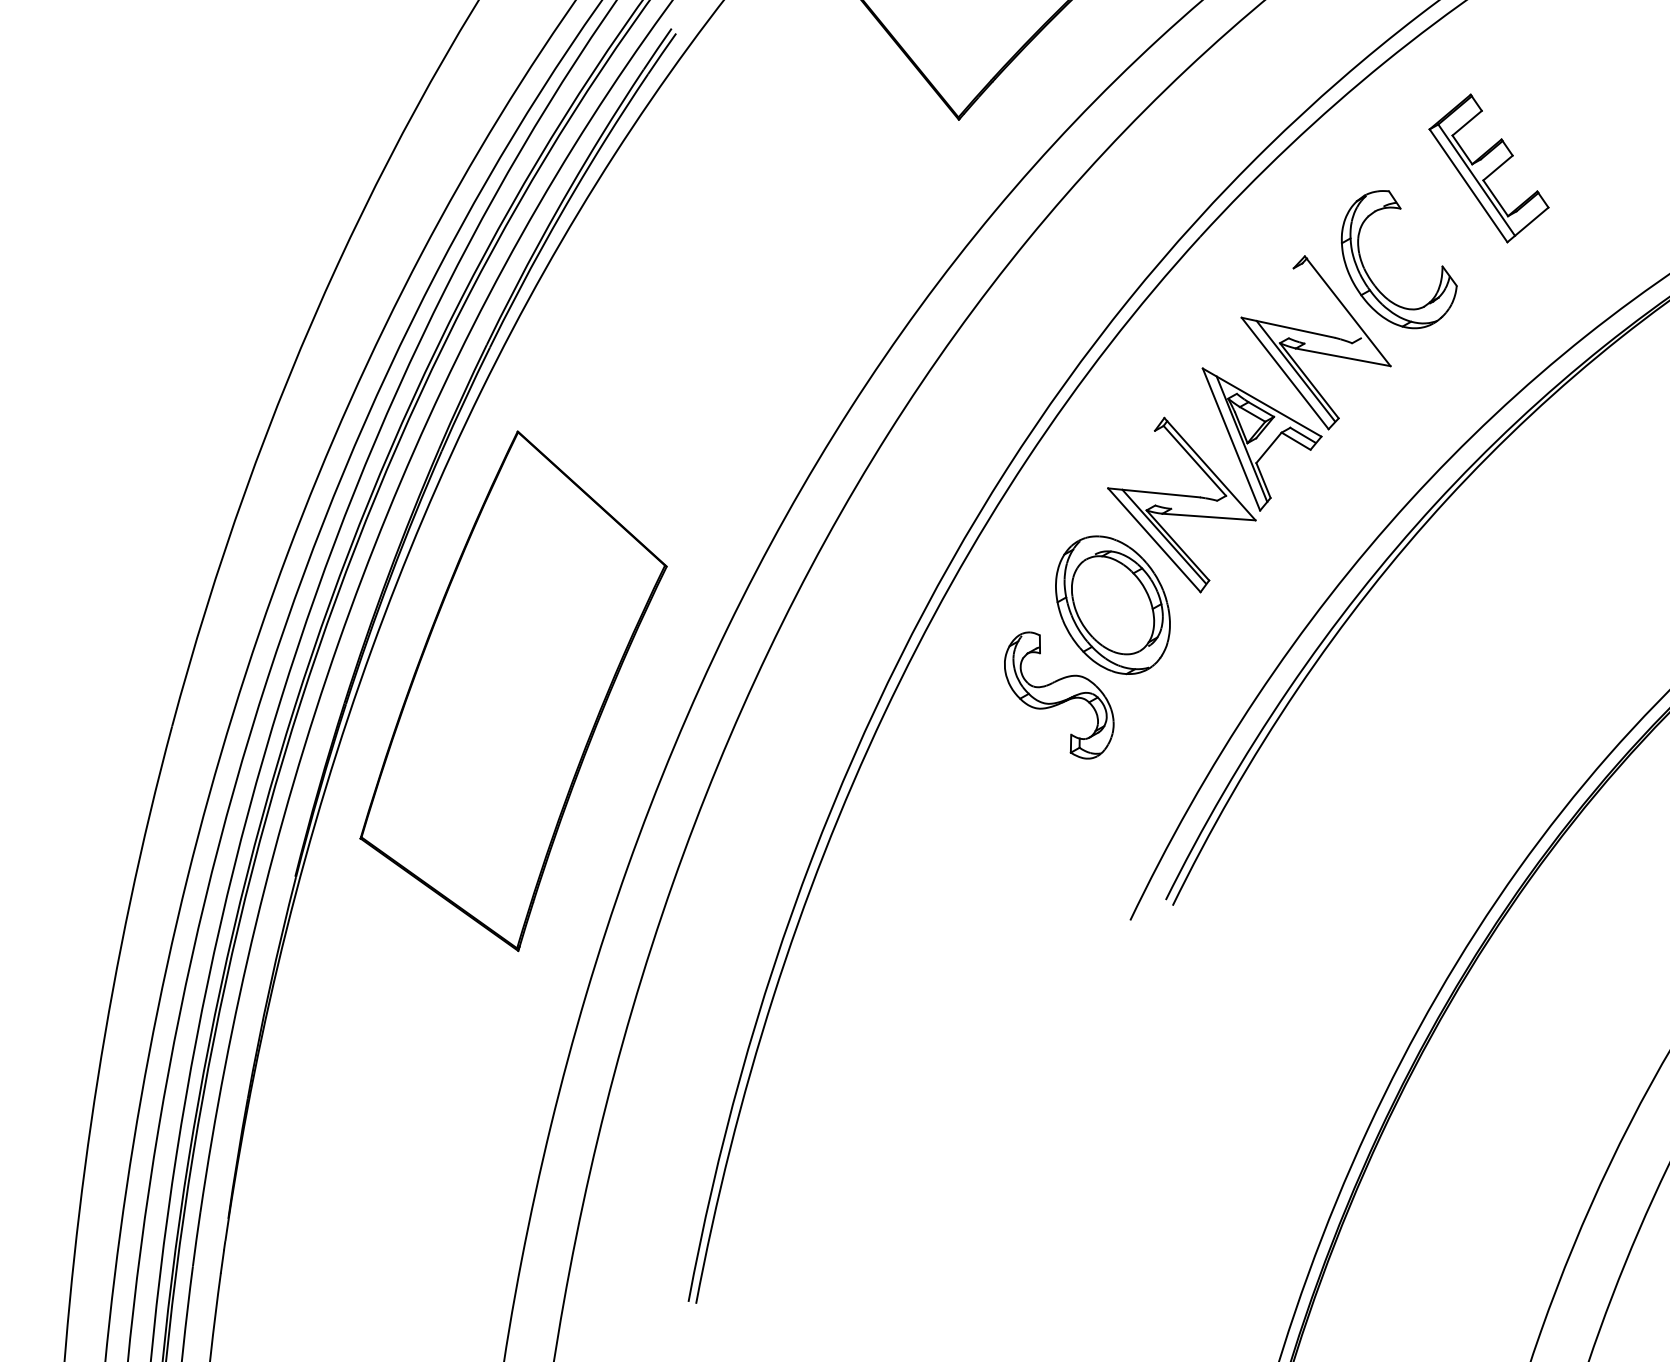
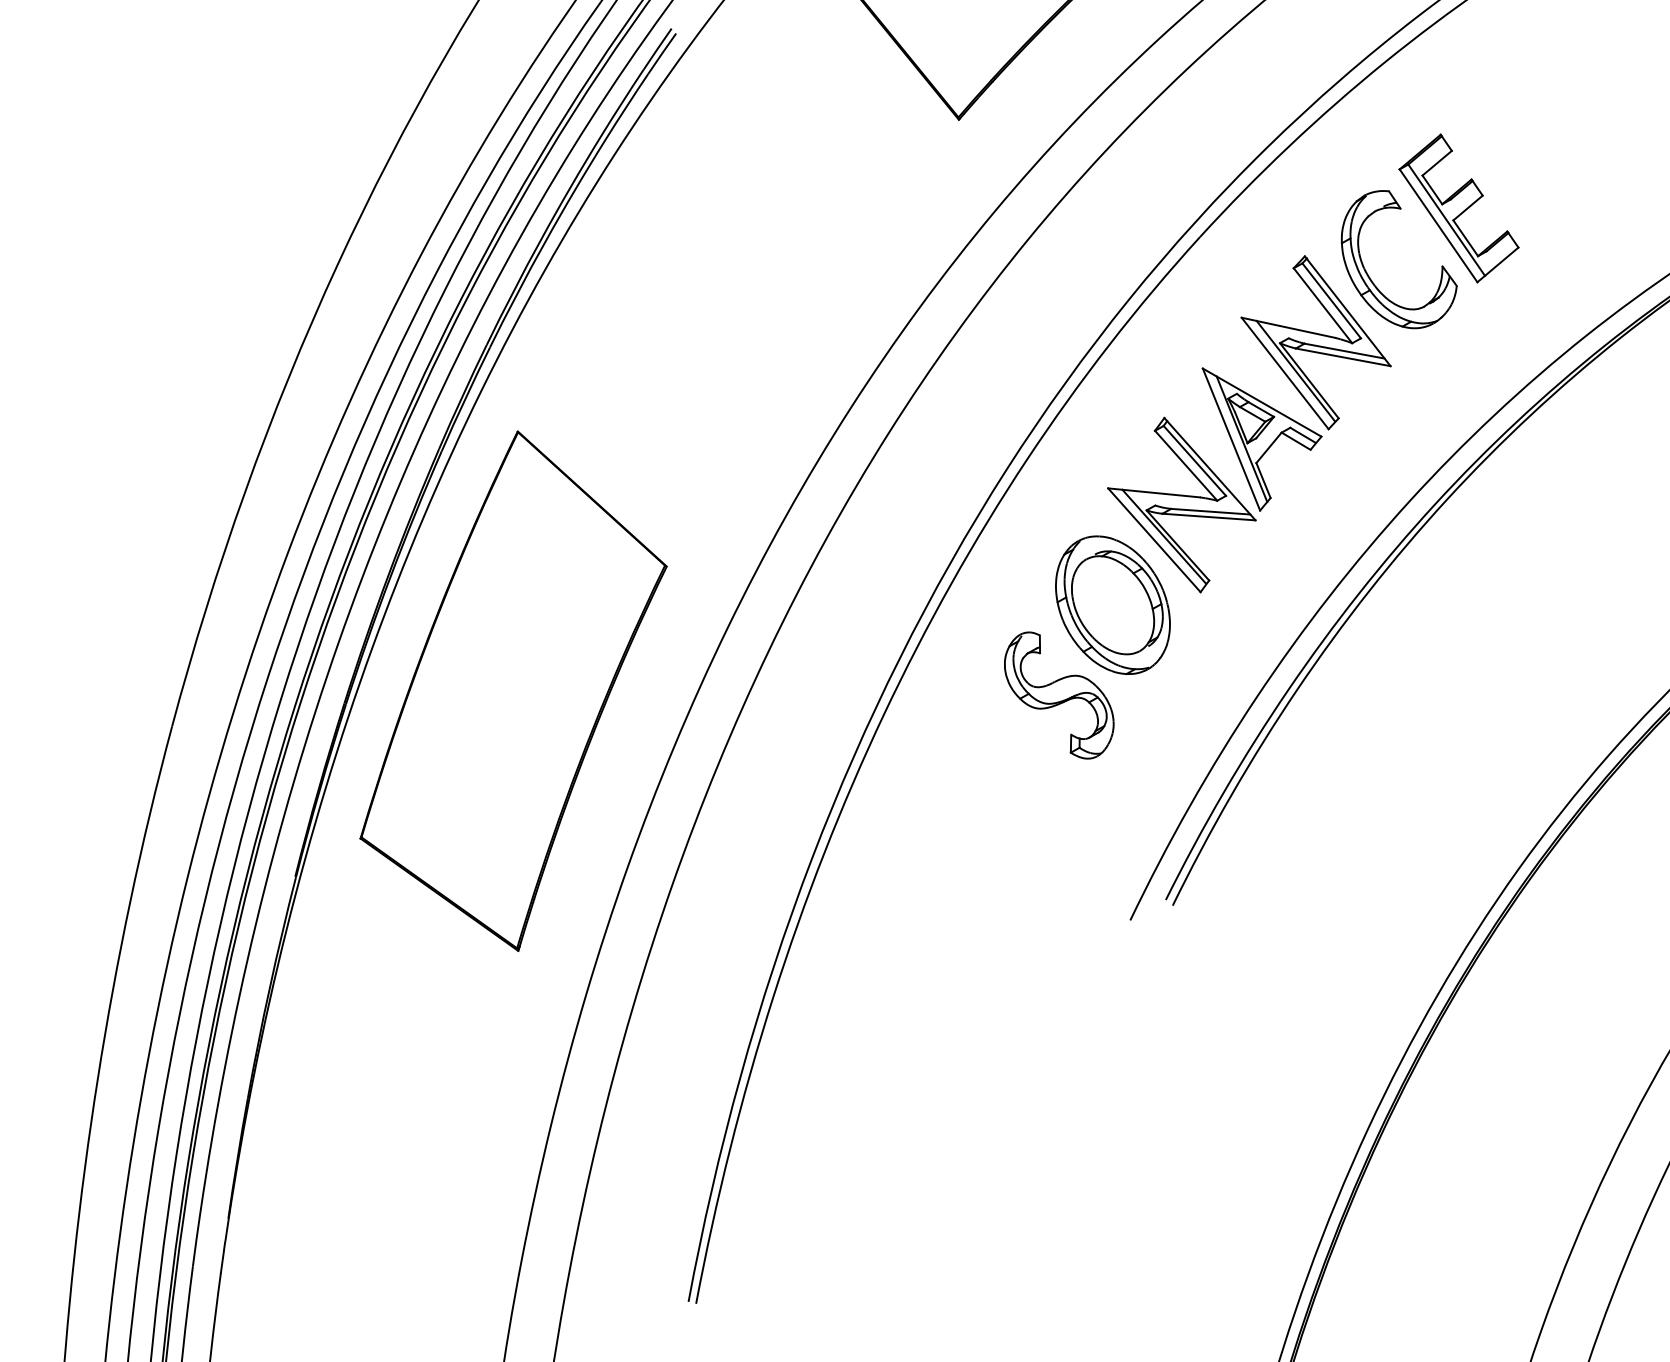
part at (1488, 168) position: (1488, 168) -> (1458, 208)
line at (1331, 300): none -> present
line at (1322, 305): none -> present
line at (1344, 350): none -> present
line at (1186, 465): none -> present
line at (1210, 511): none -> present
